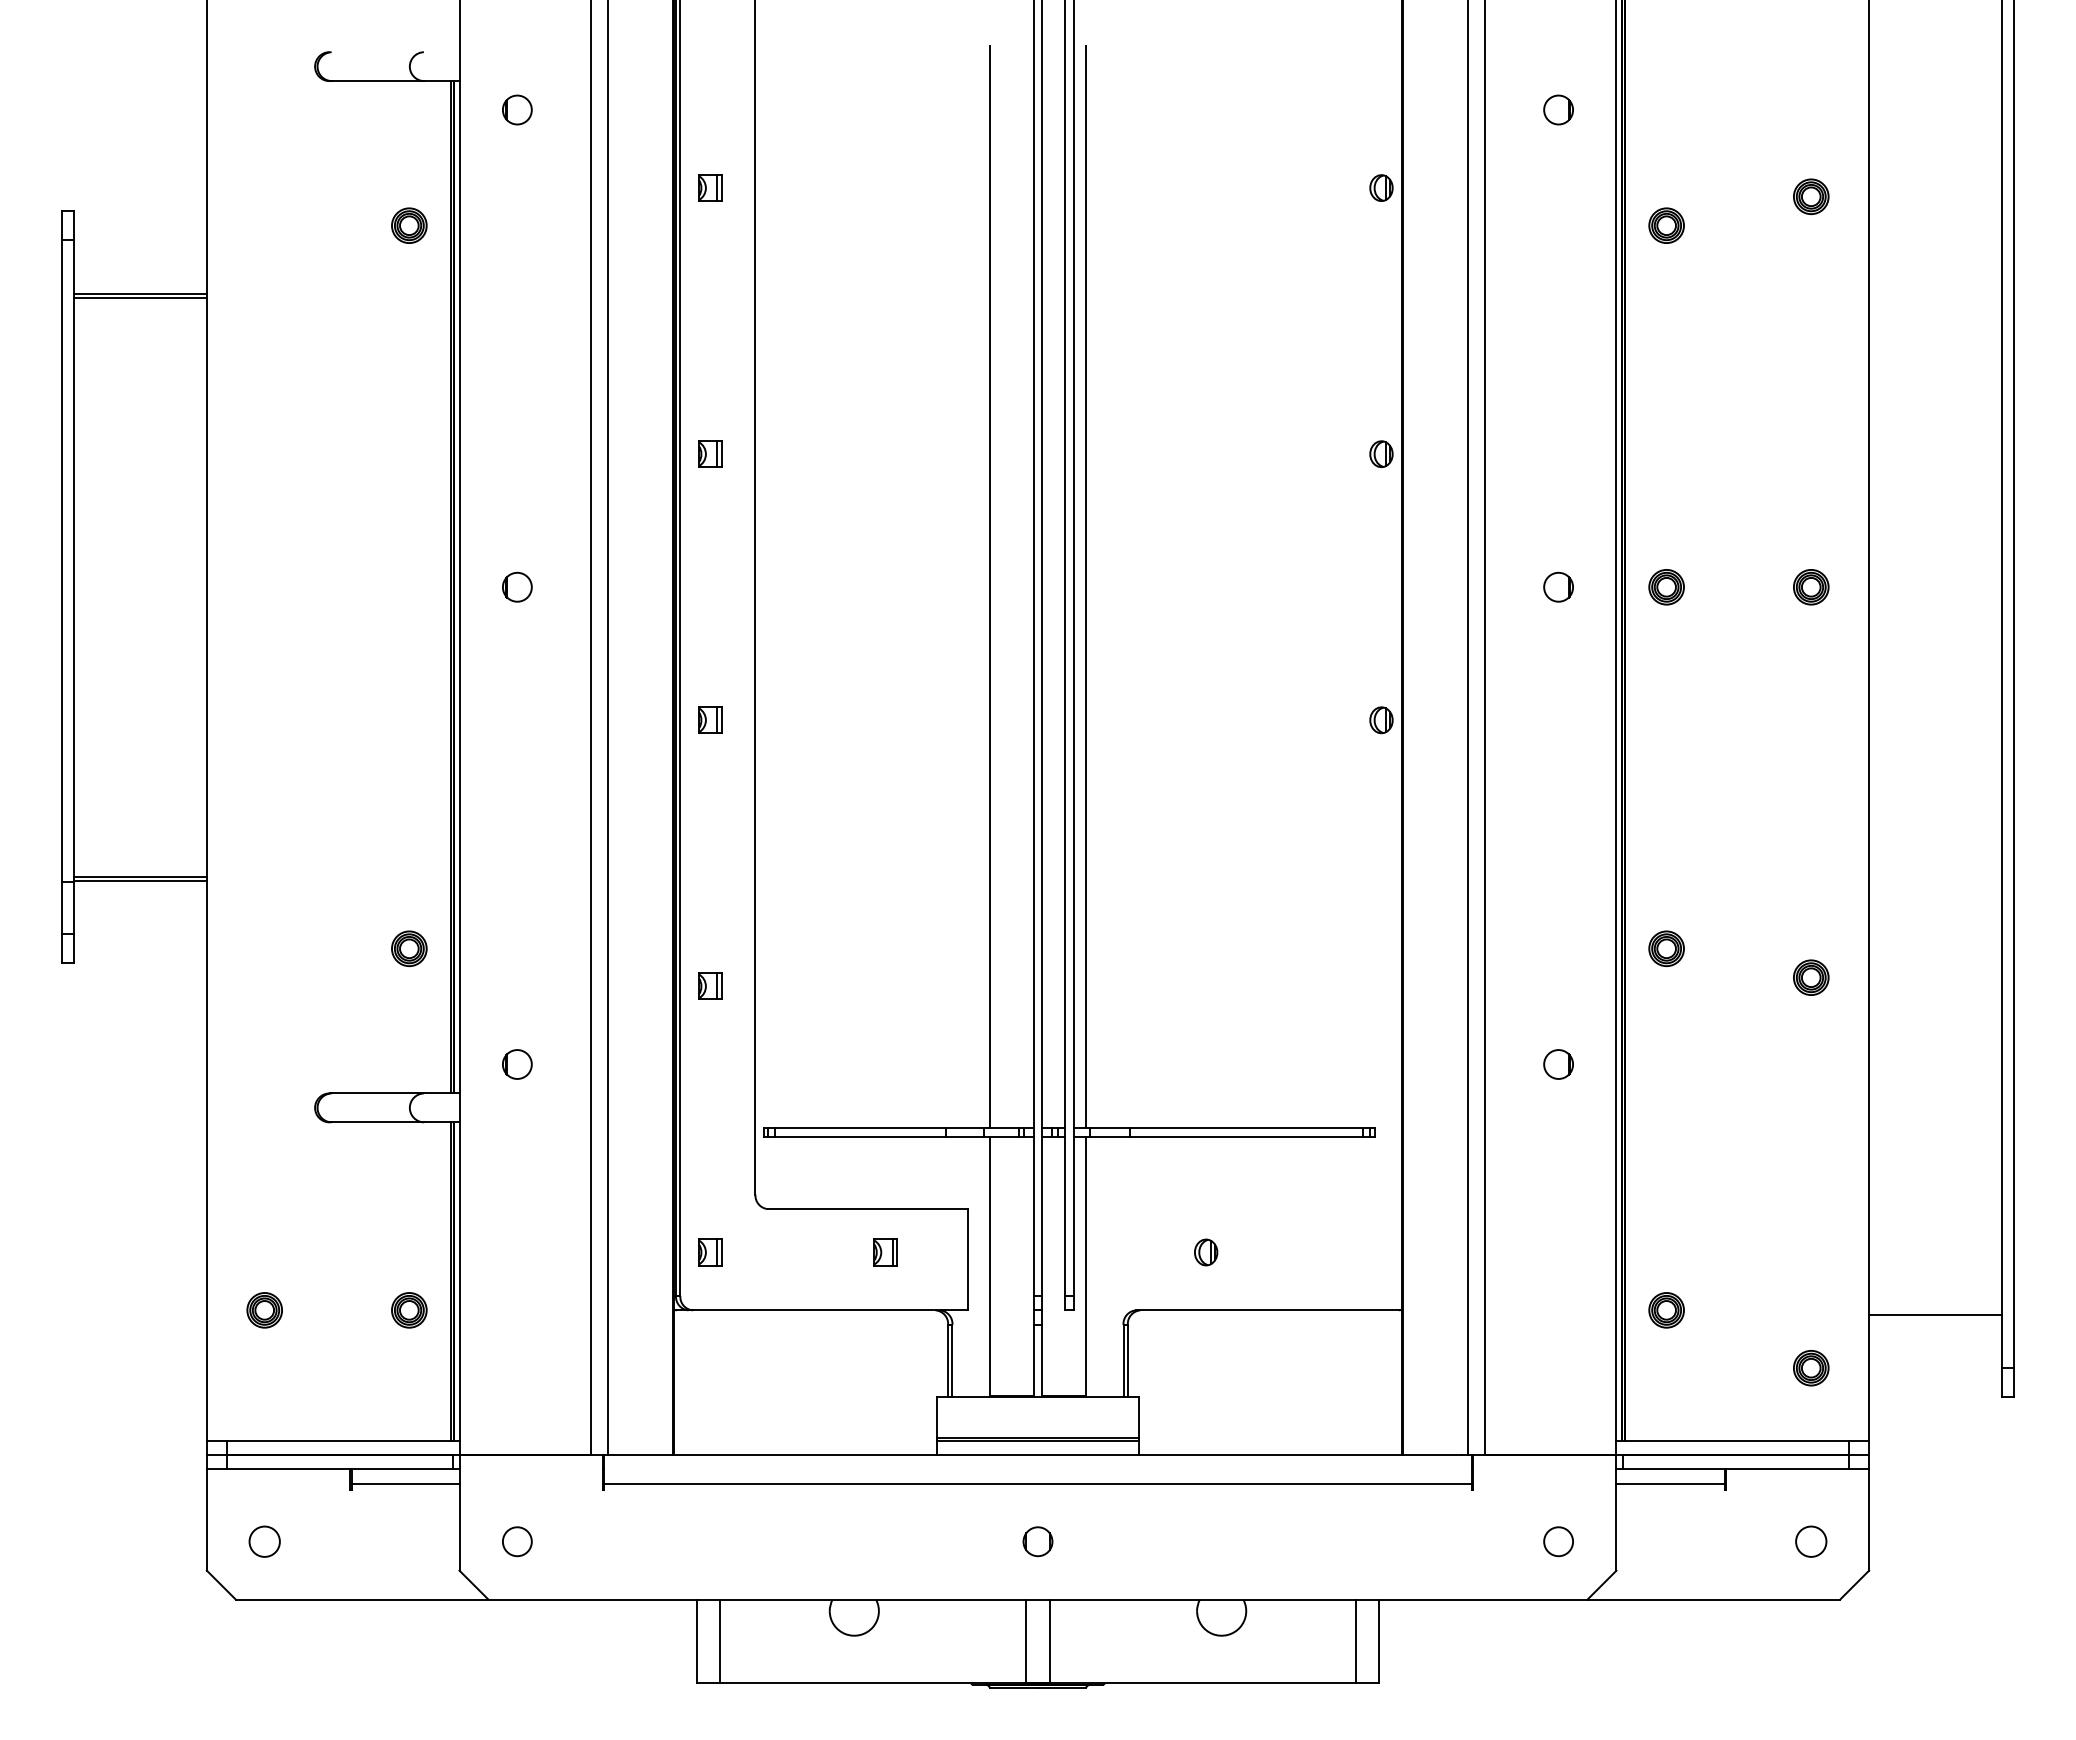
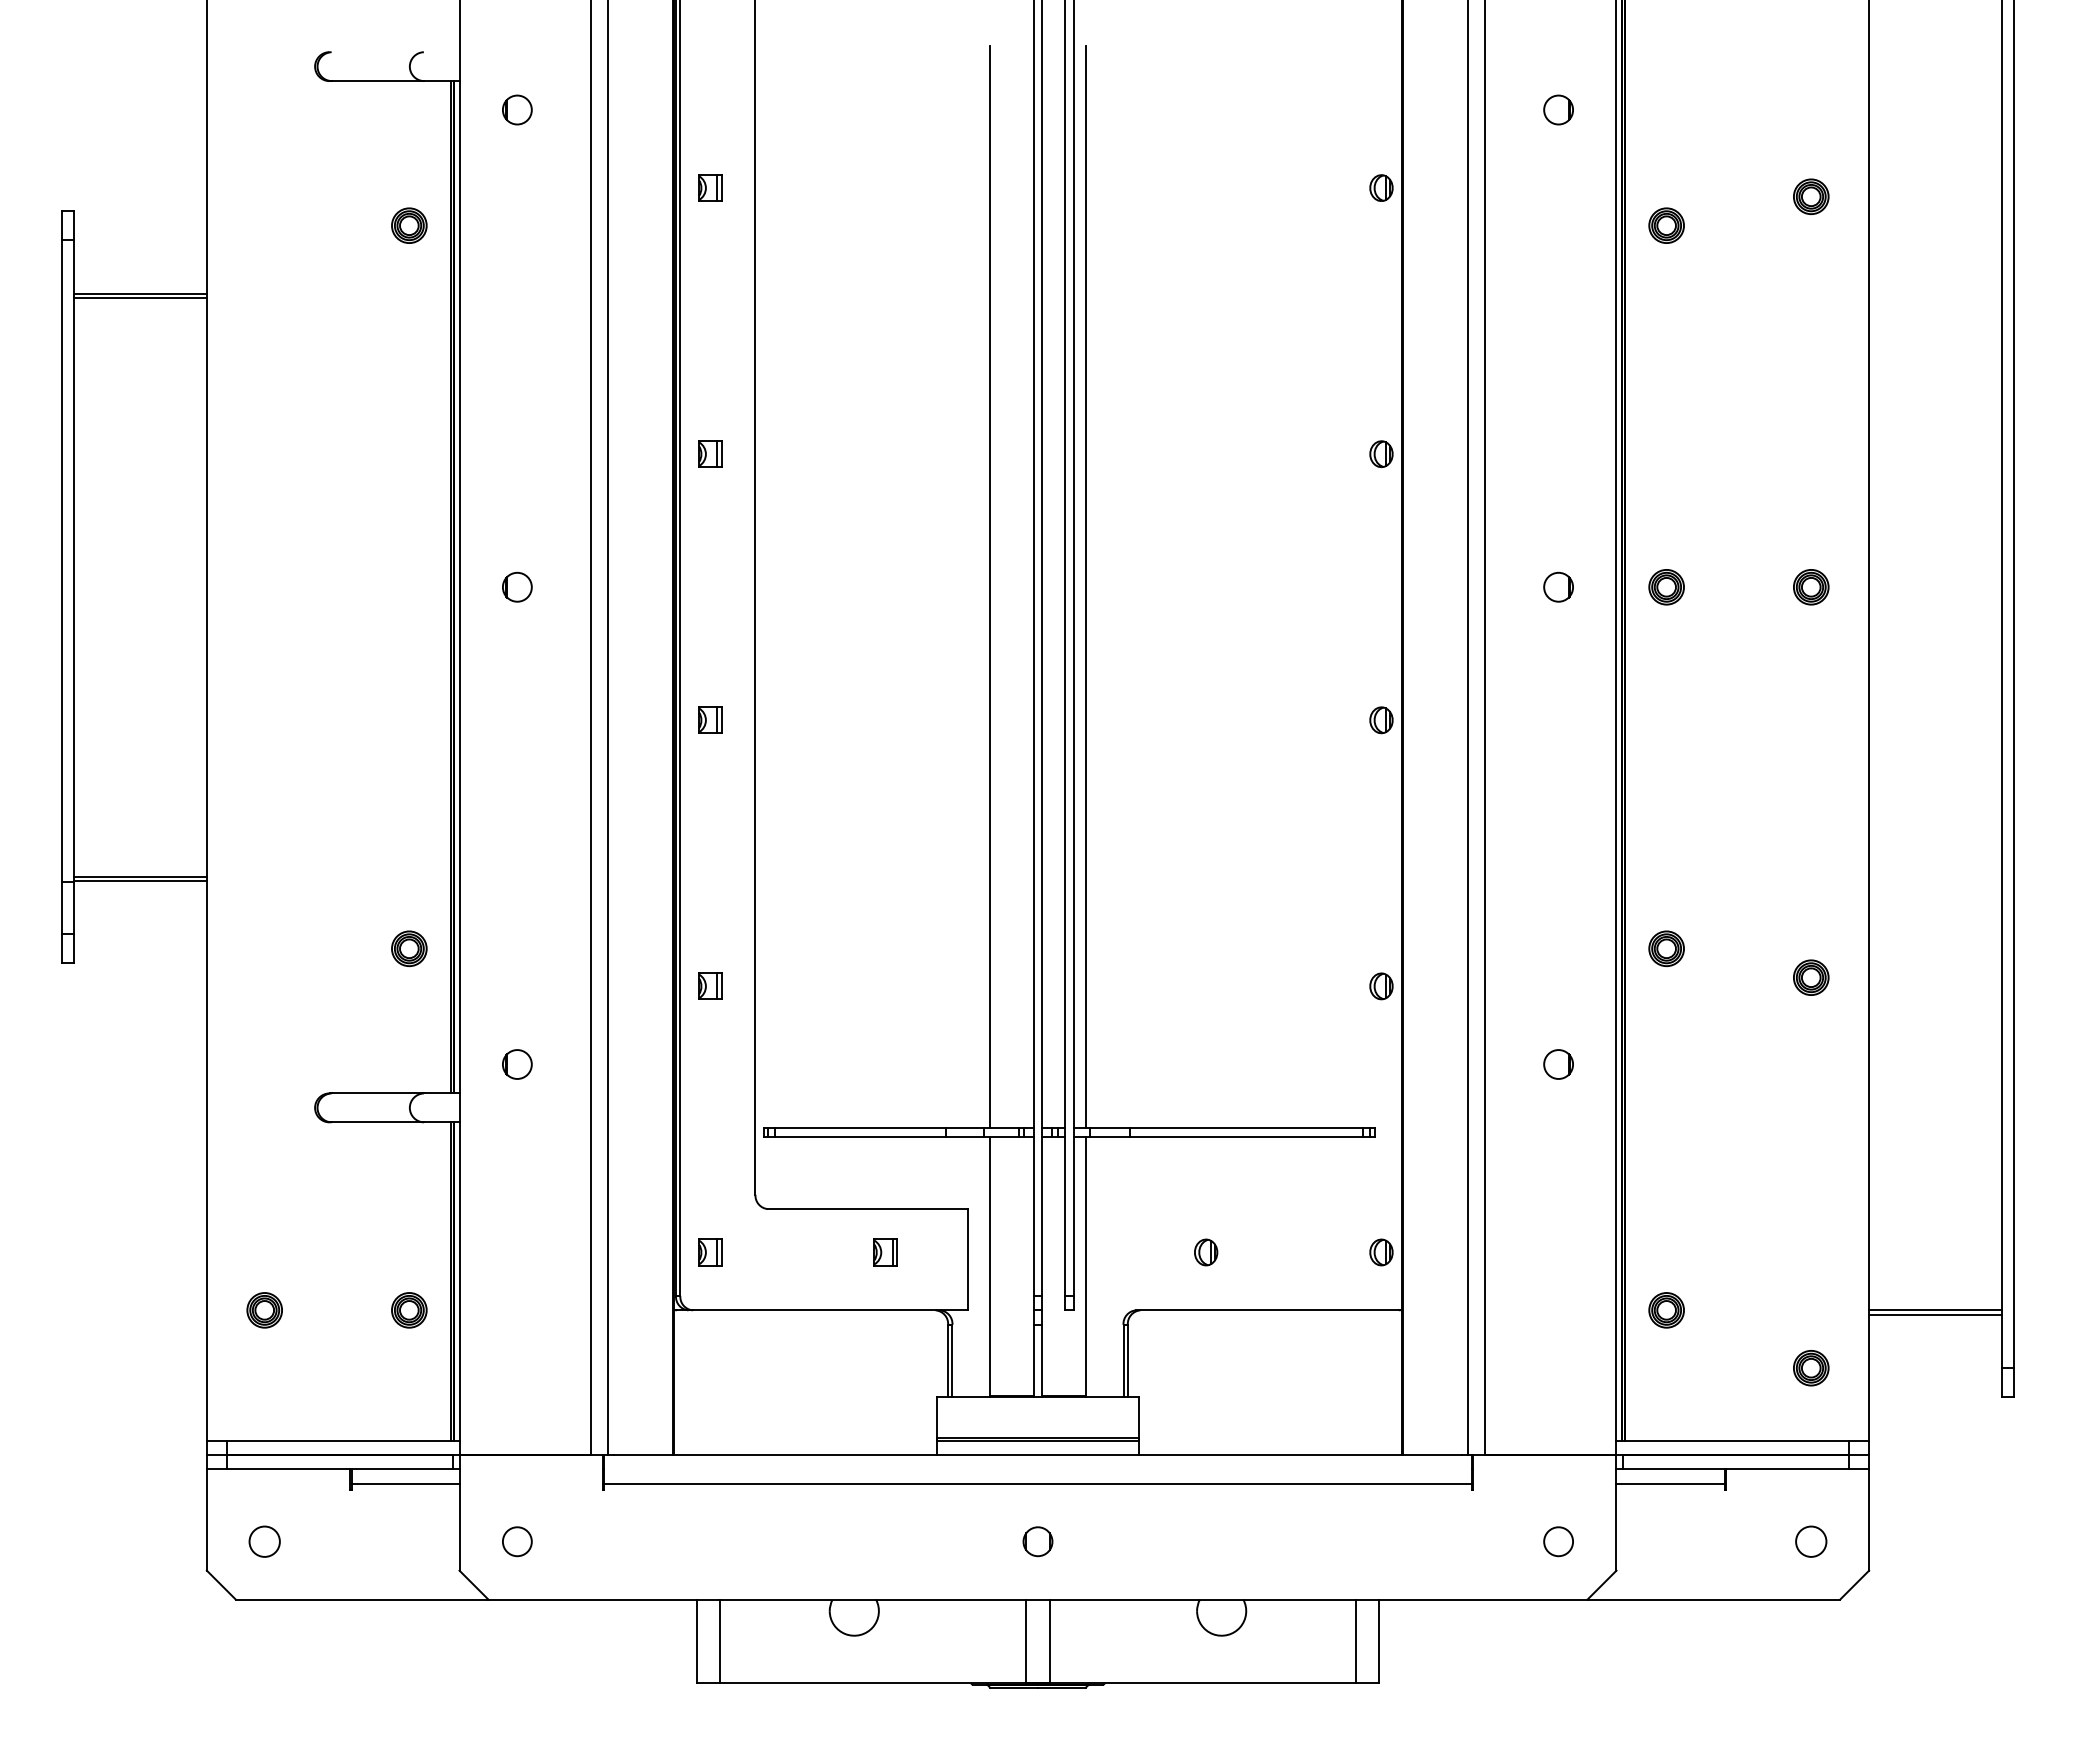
part at (1381, 986): none -> present
part at (1381, 1252): none -> present
line at (1935, 1310): none -> present
